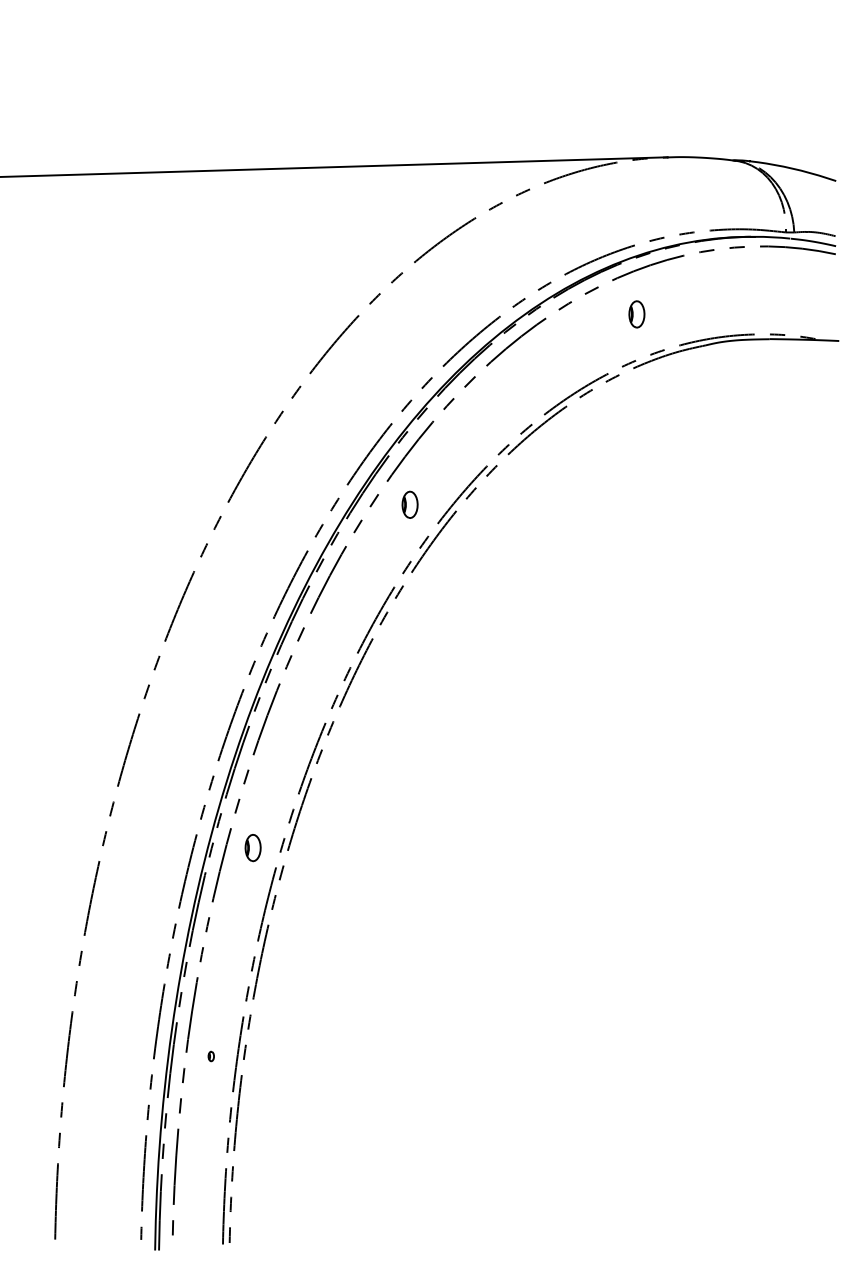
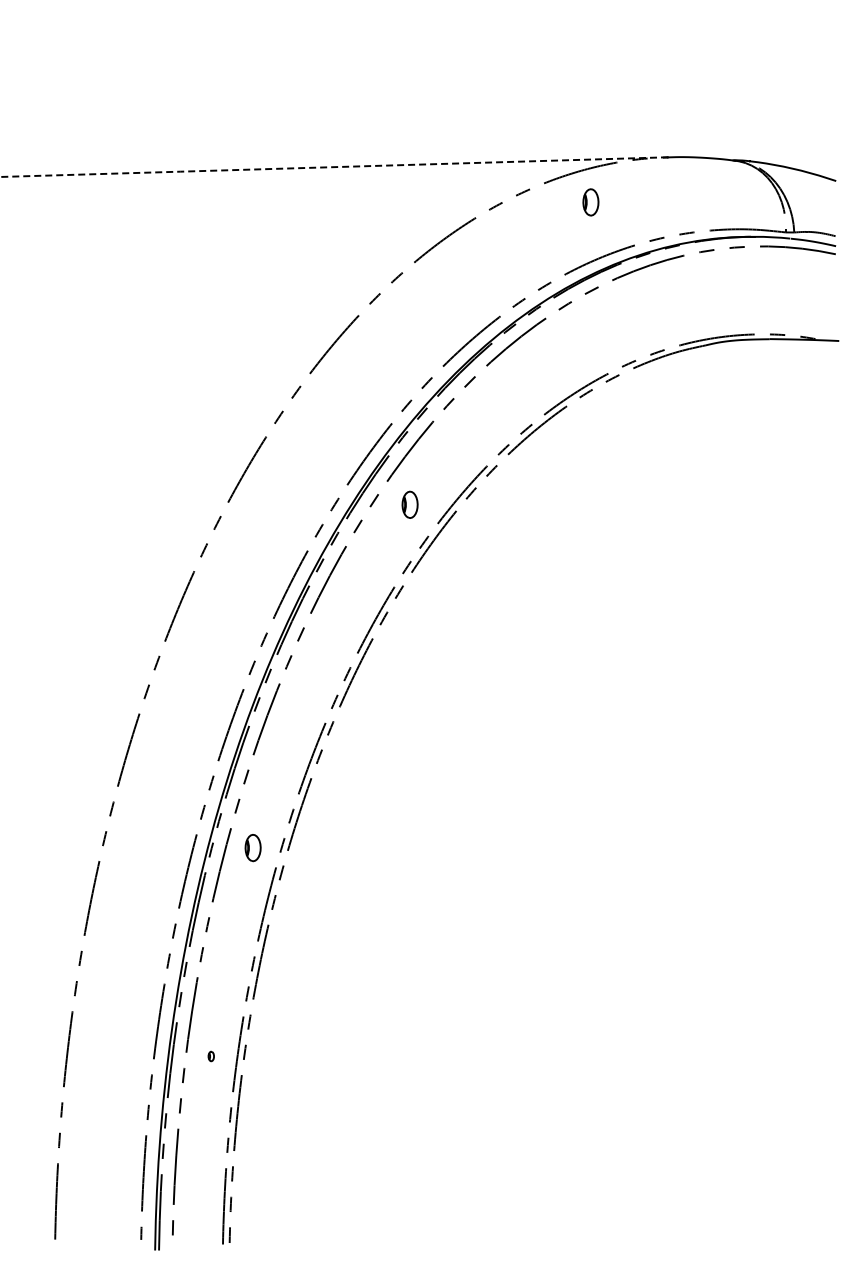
line at (333, 167): solid -> dashed
part at (636, 314) position: (636, 314) -> (590, 202)
